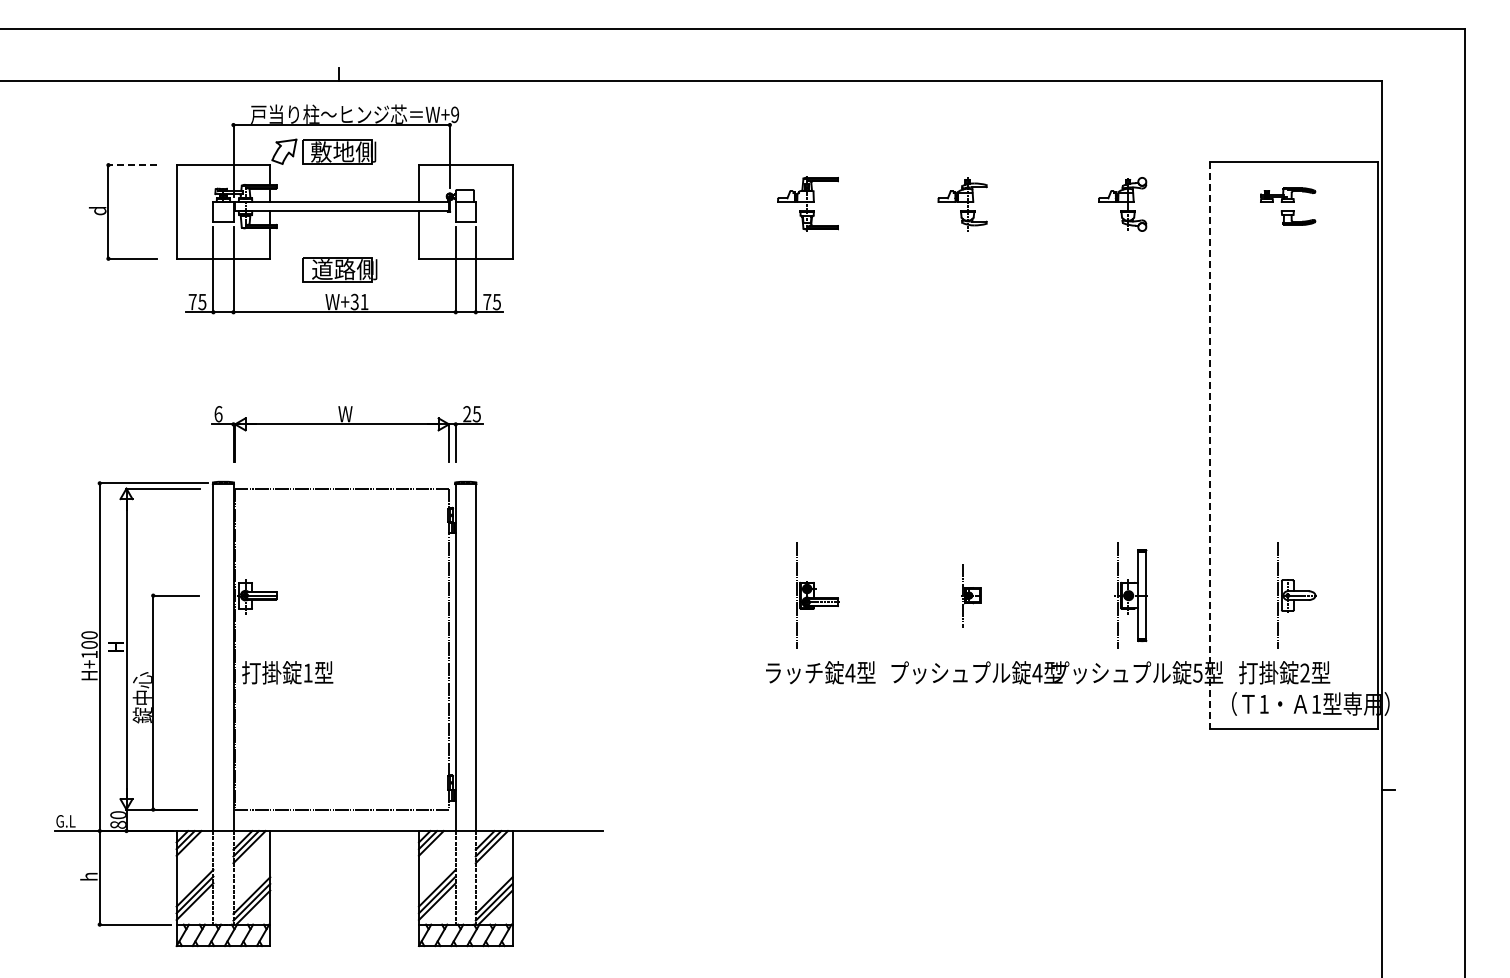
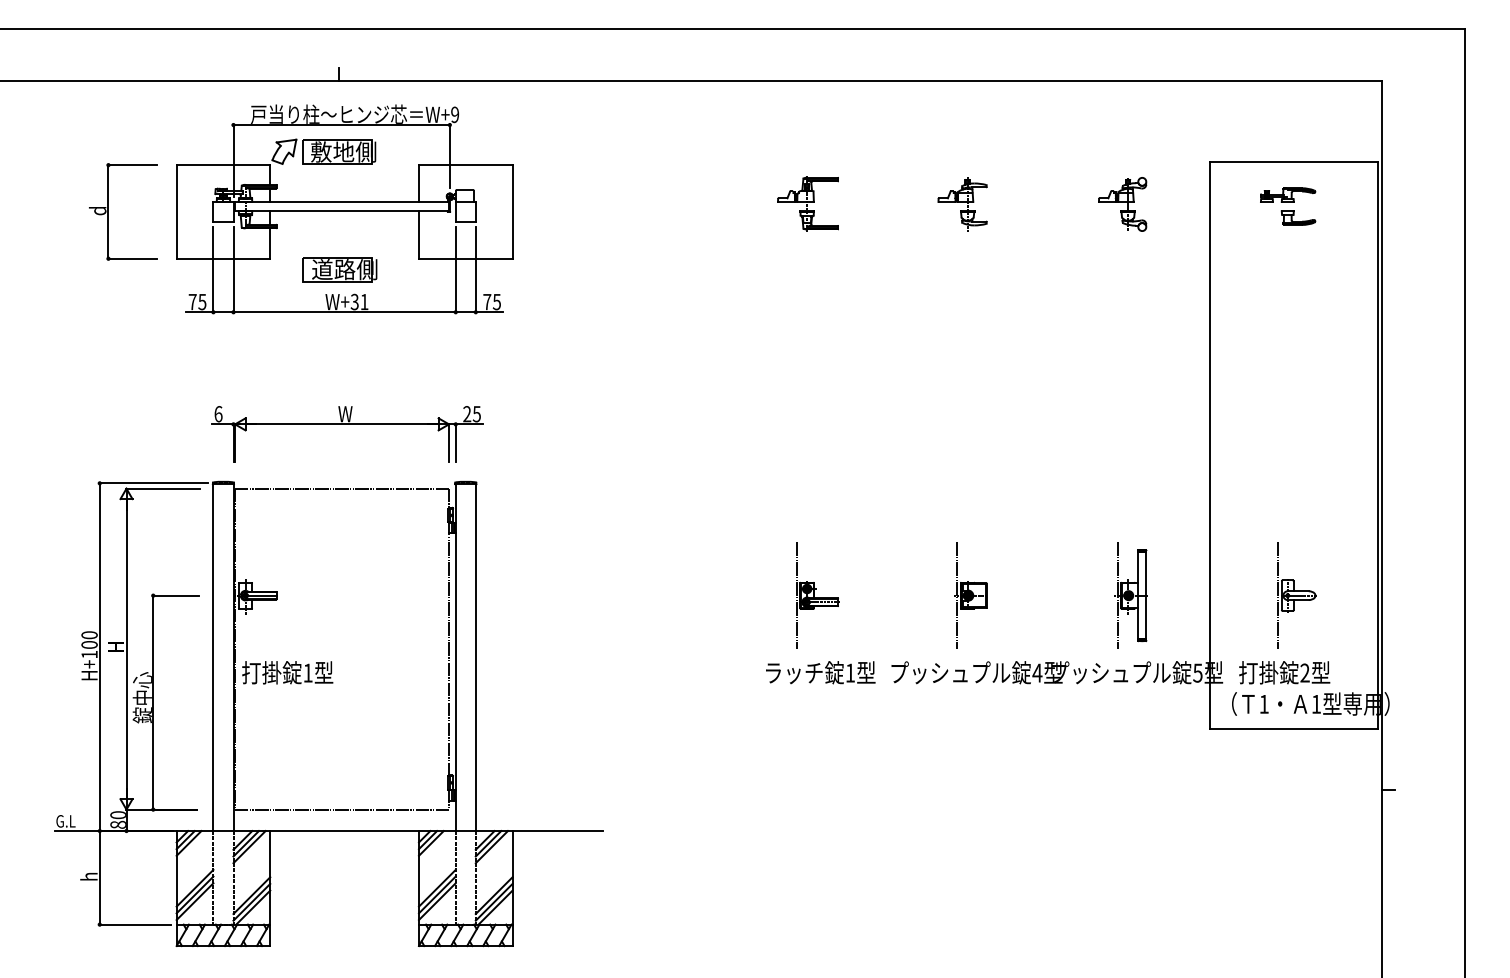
line at (131, 165): dashed -> solid
line at (1209, 445): dashed -> solid
part at (971, 595) size: 21x64 px -> 34x107 px
text at (850, 672): 4 -> 1
